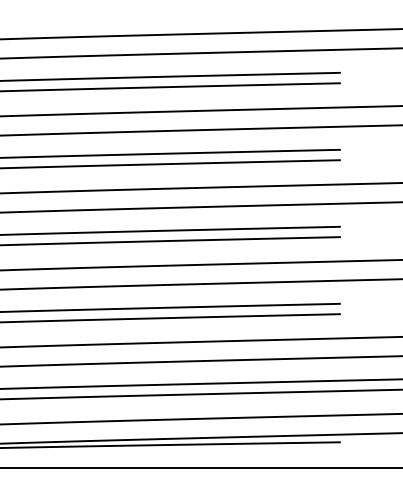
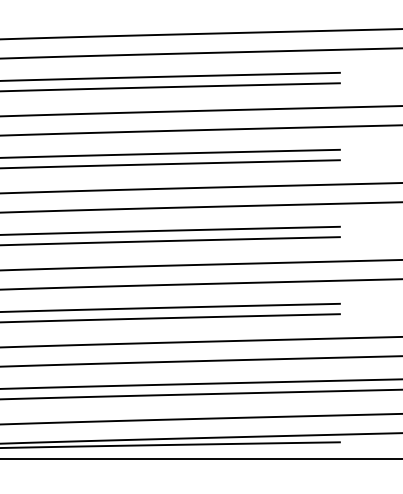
line at (200, 468) position: (200, 468) -> (200, 459)
